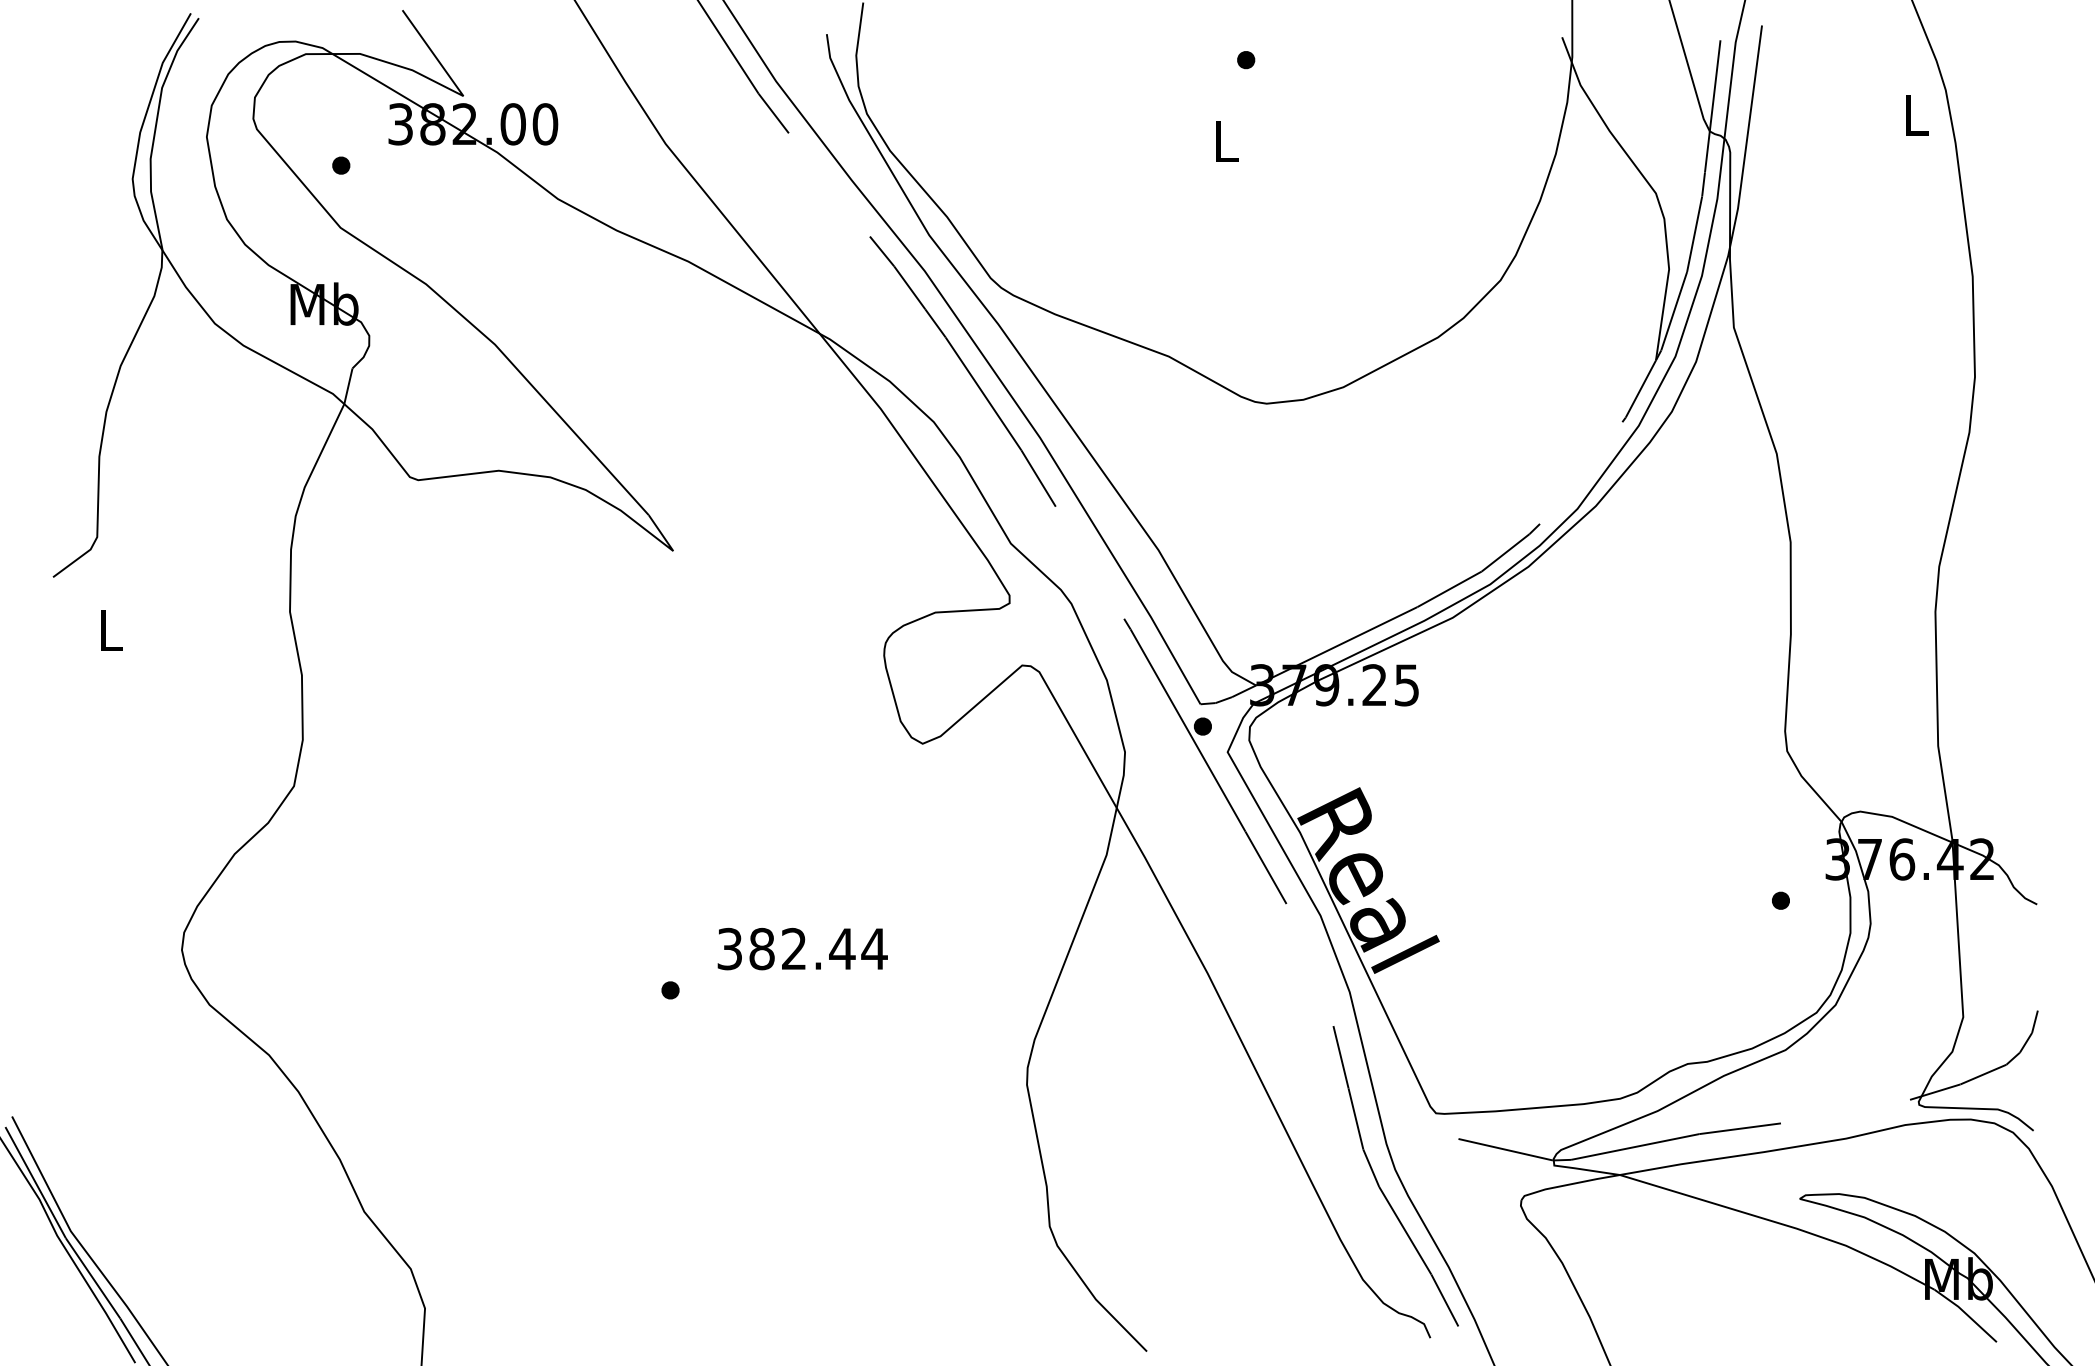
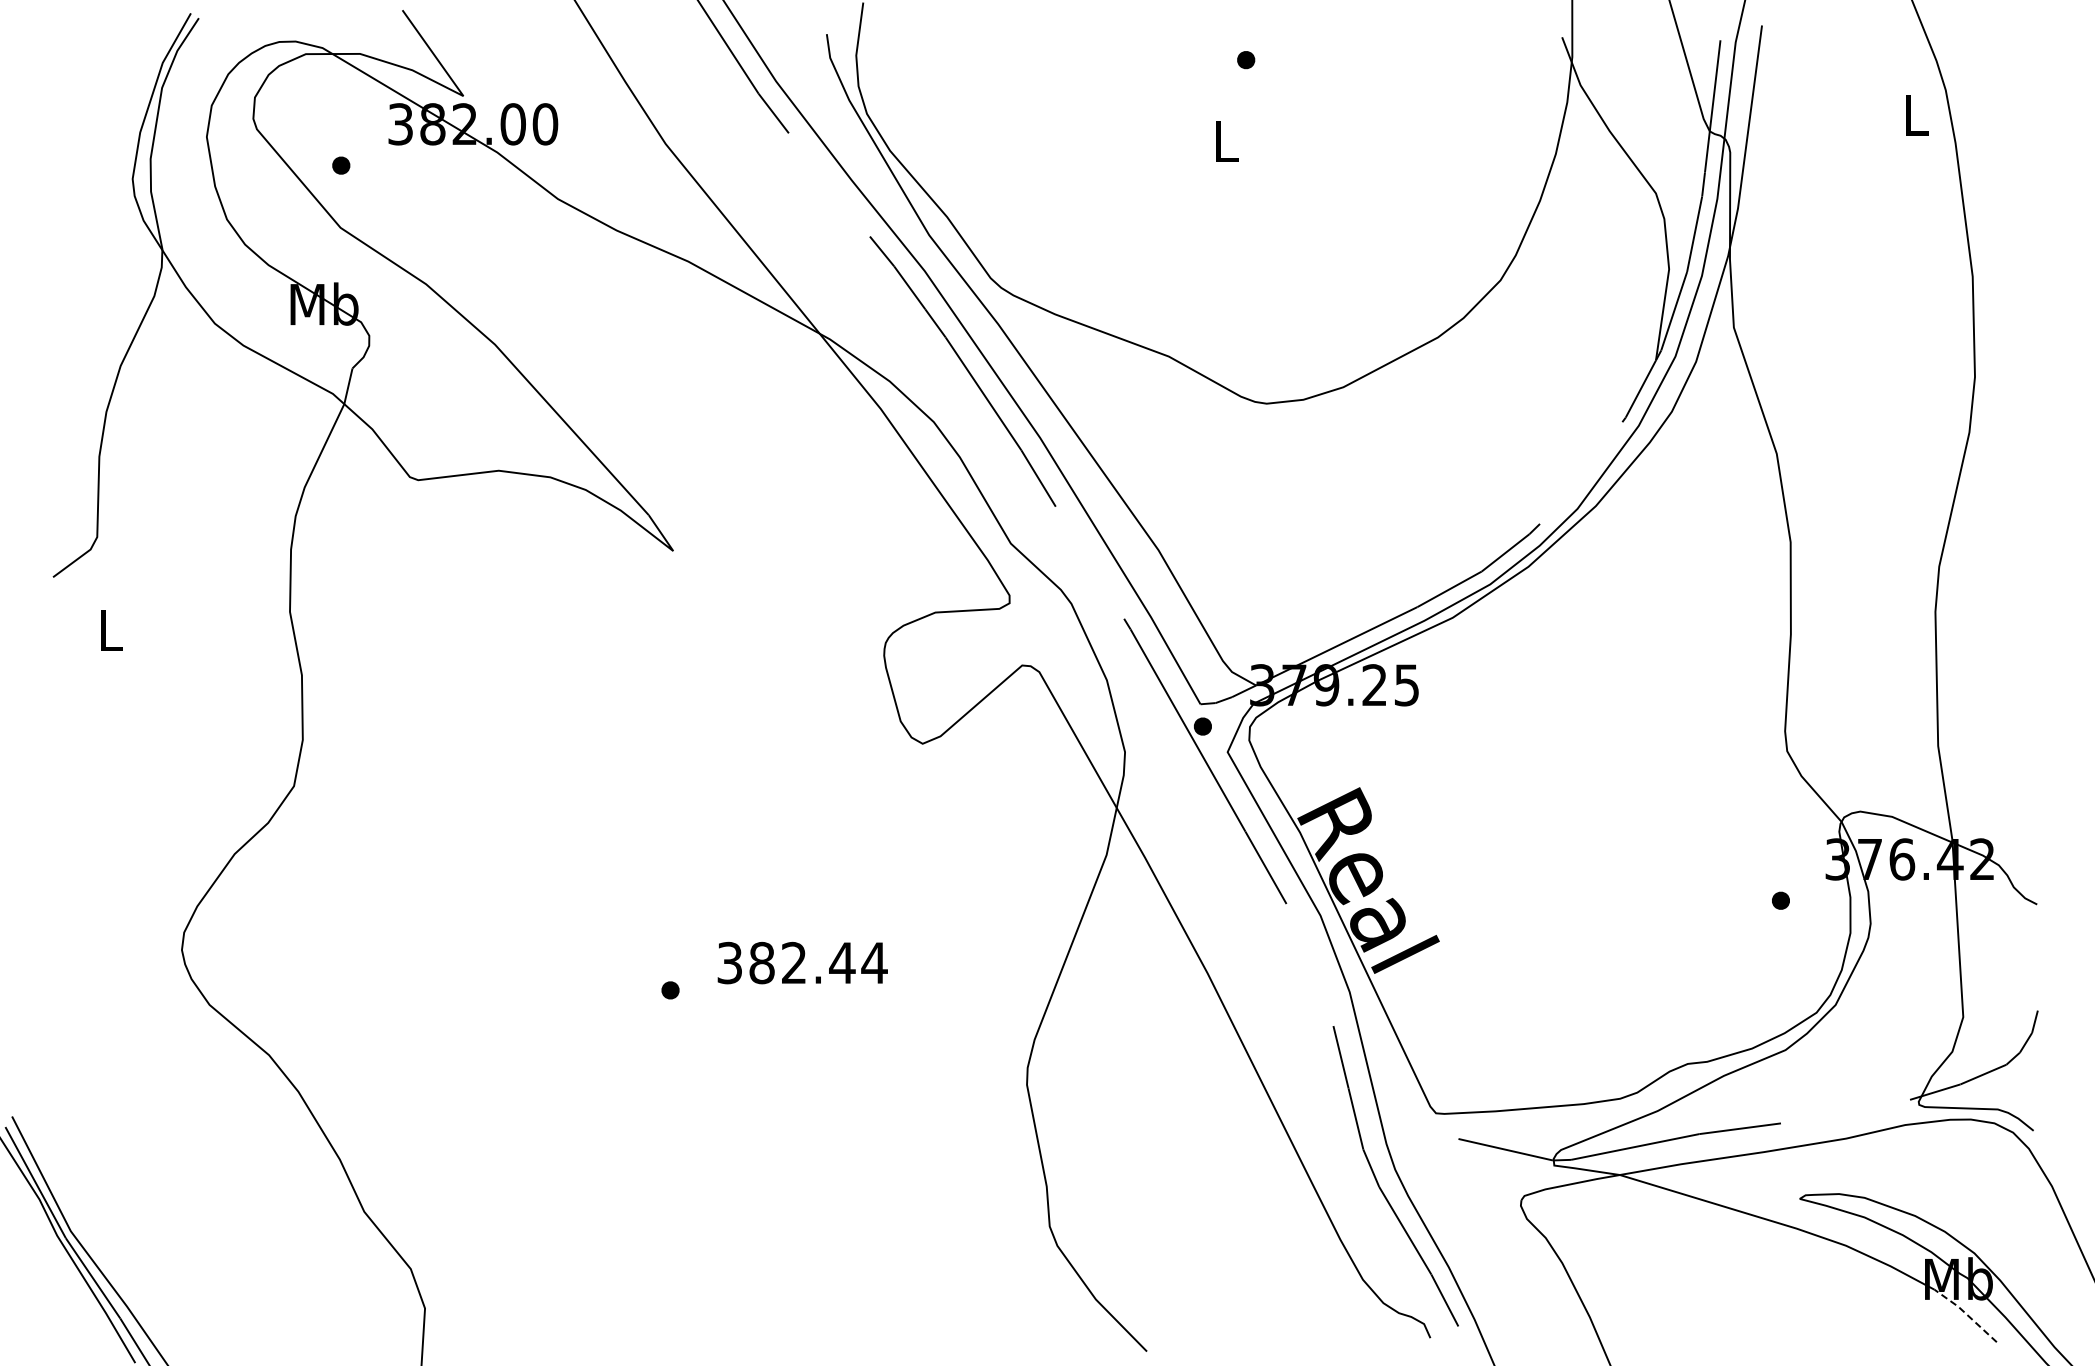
text at (802, 948) position: (802, 948) -> (802, 962)
line at (1966, 1314): solid -> dashed
